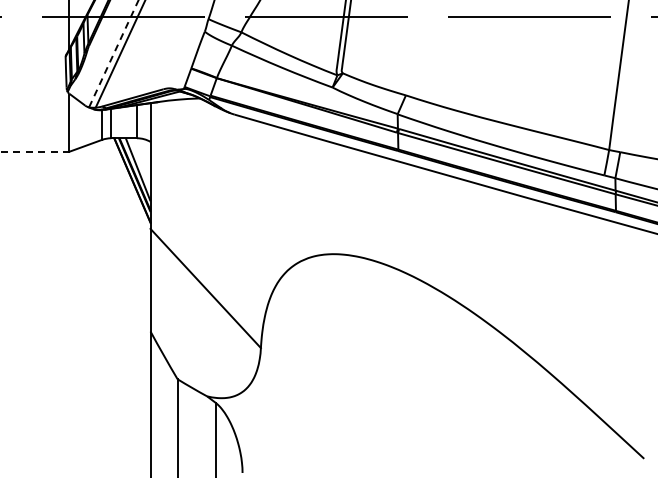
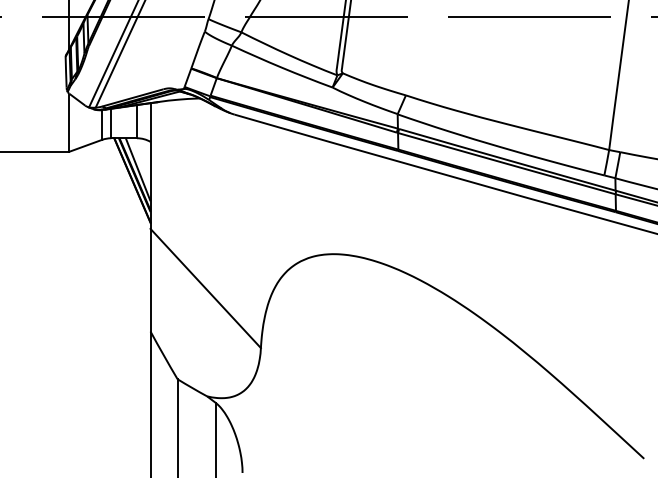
line at (113, 53): dashed -> solid
line at (35, 151): dashed -> solid
